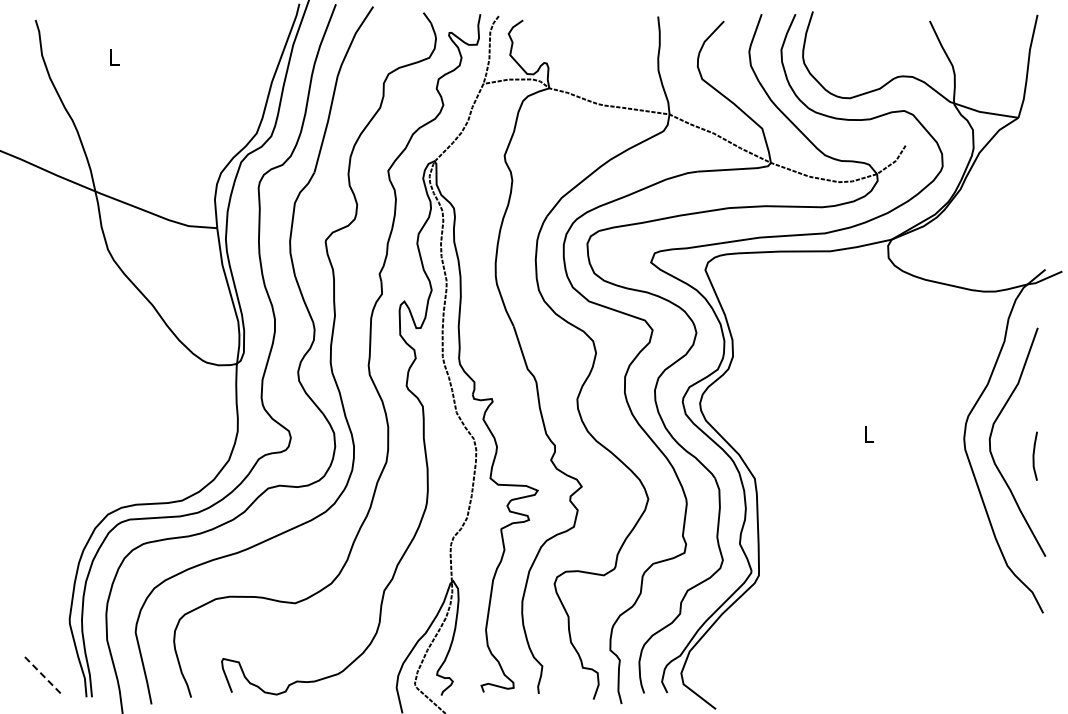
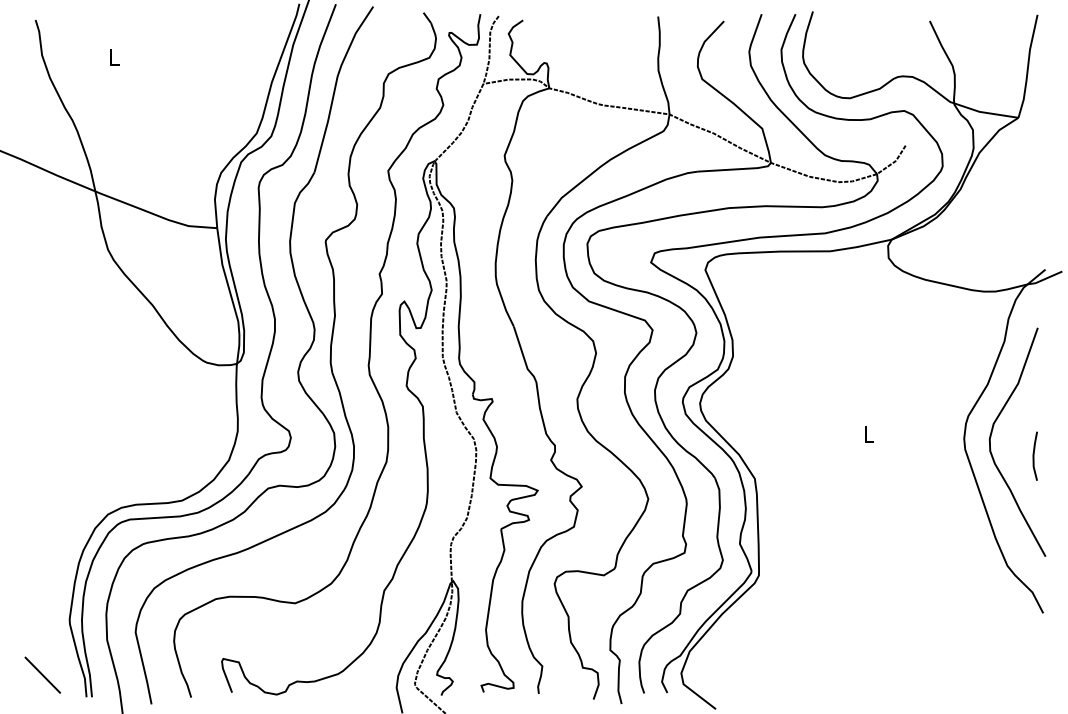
line at (43, 675): dashed -> solid
